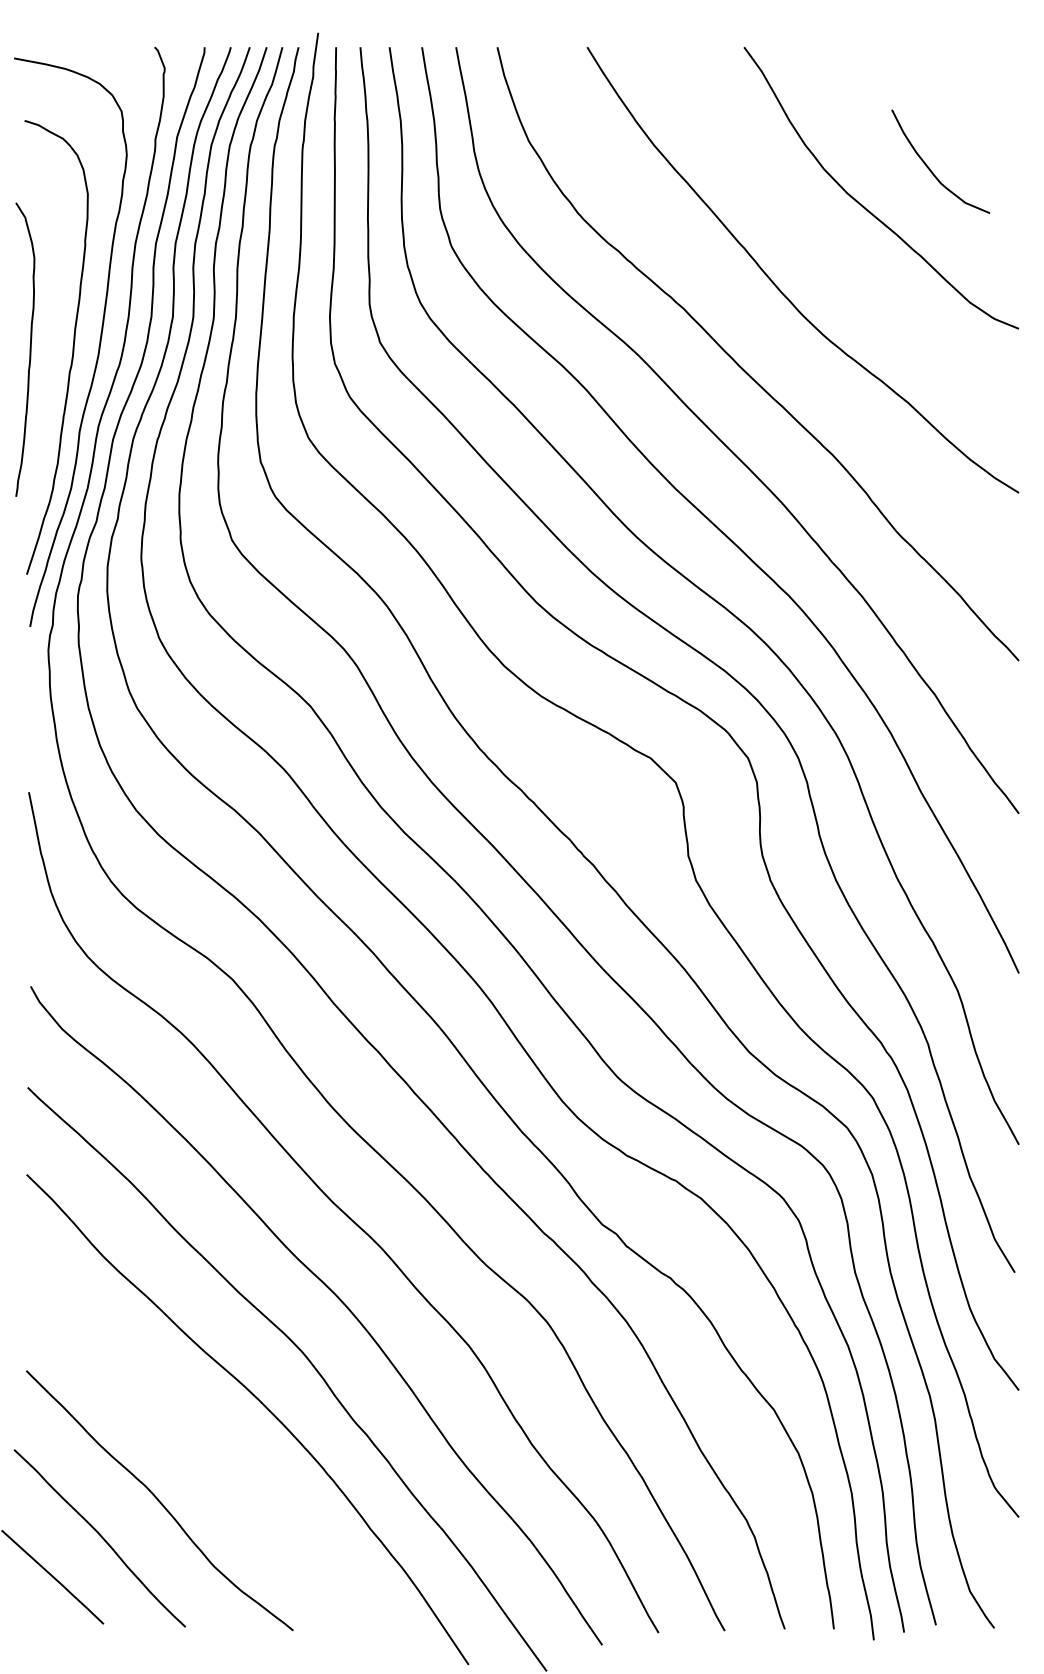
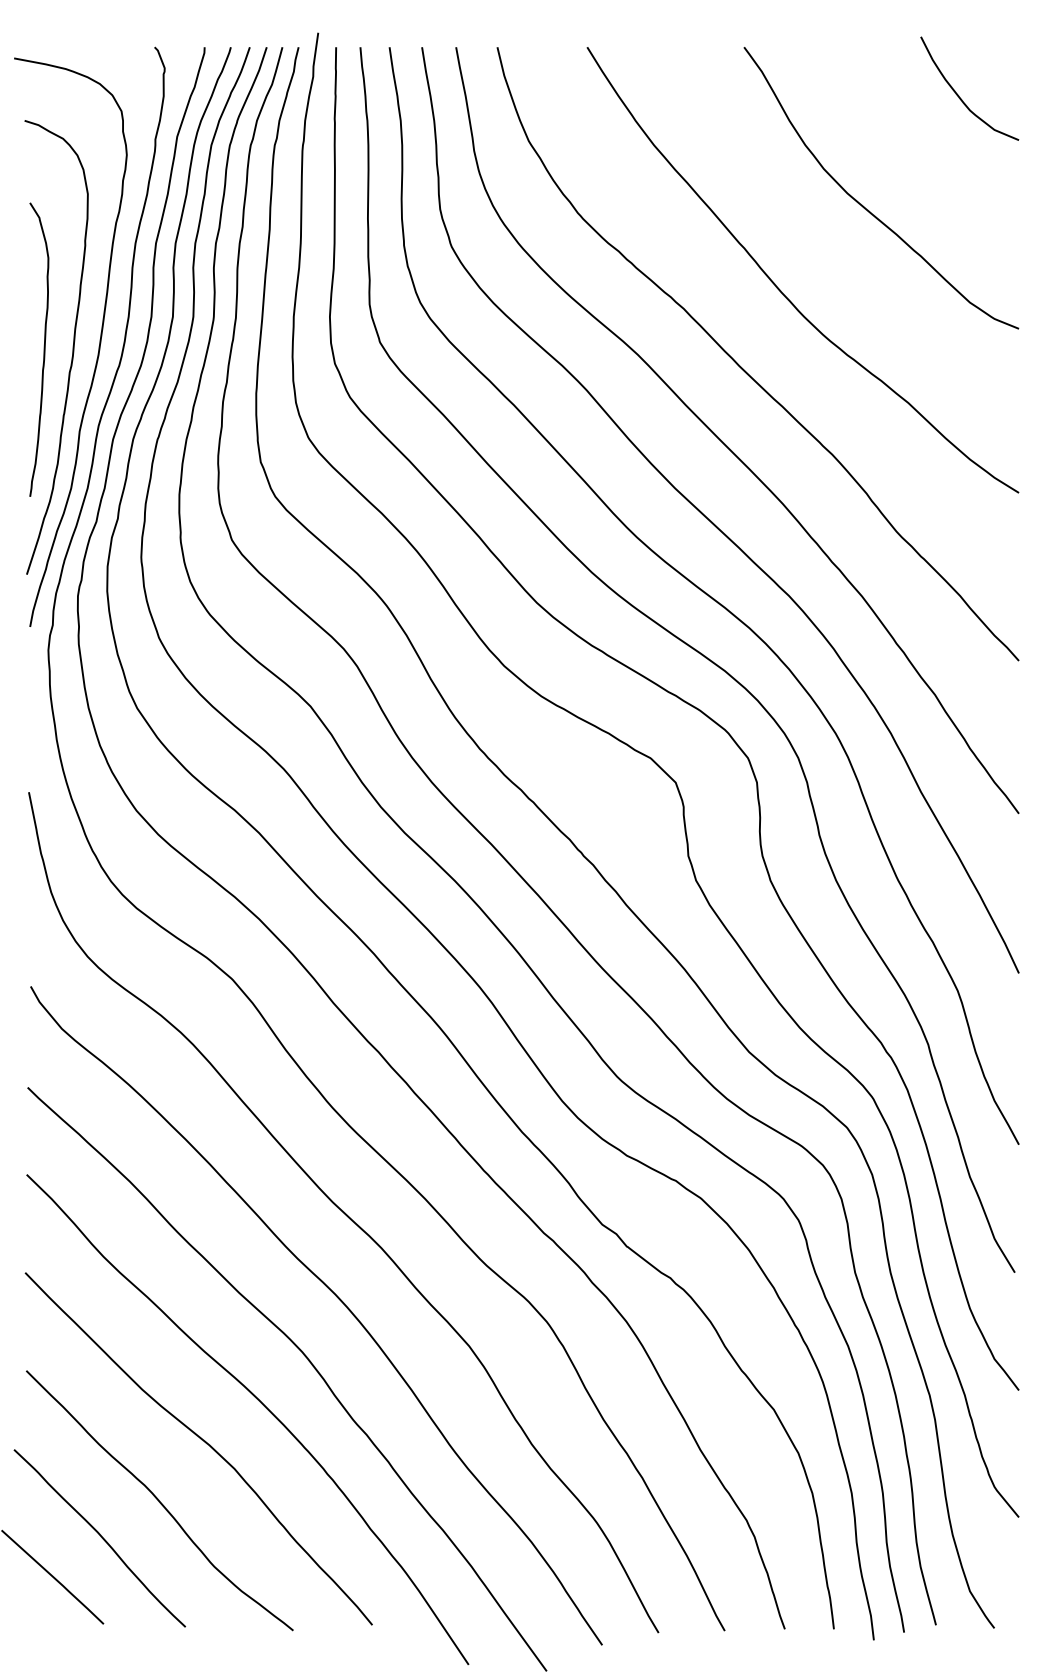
curve at (930, 168) position: (930, 168) -> (959, 95)
curve at (29, 349) position: (29, 349) -> (43, 349)
curve at (204, 1442): none -> present
